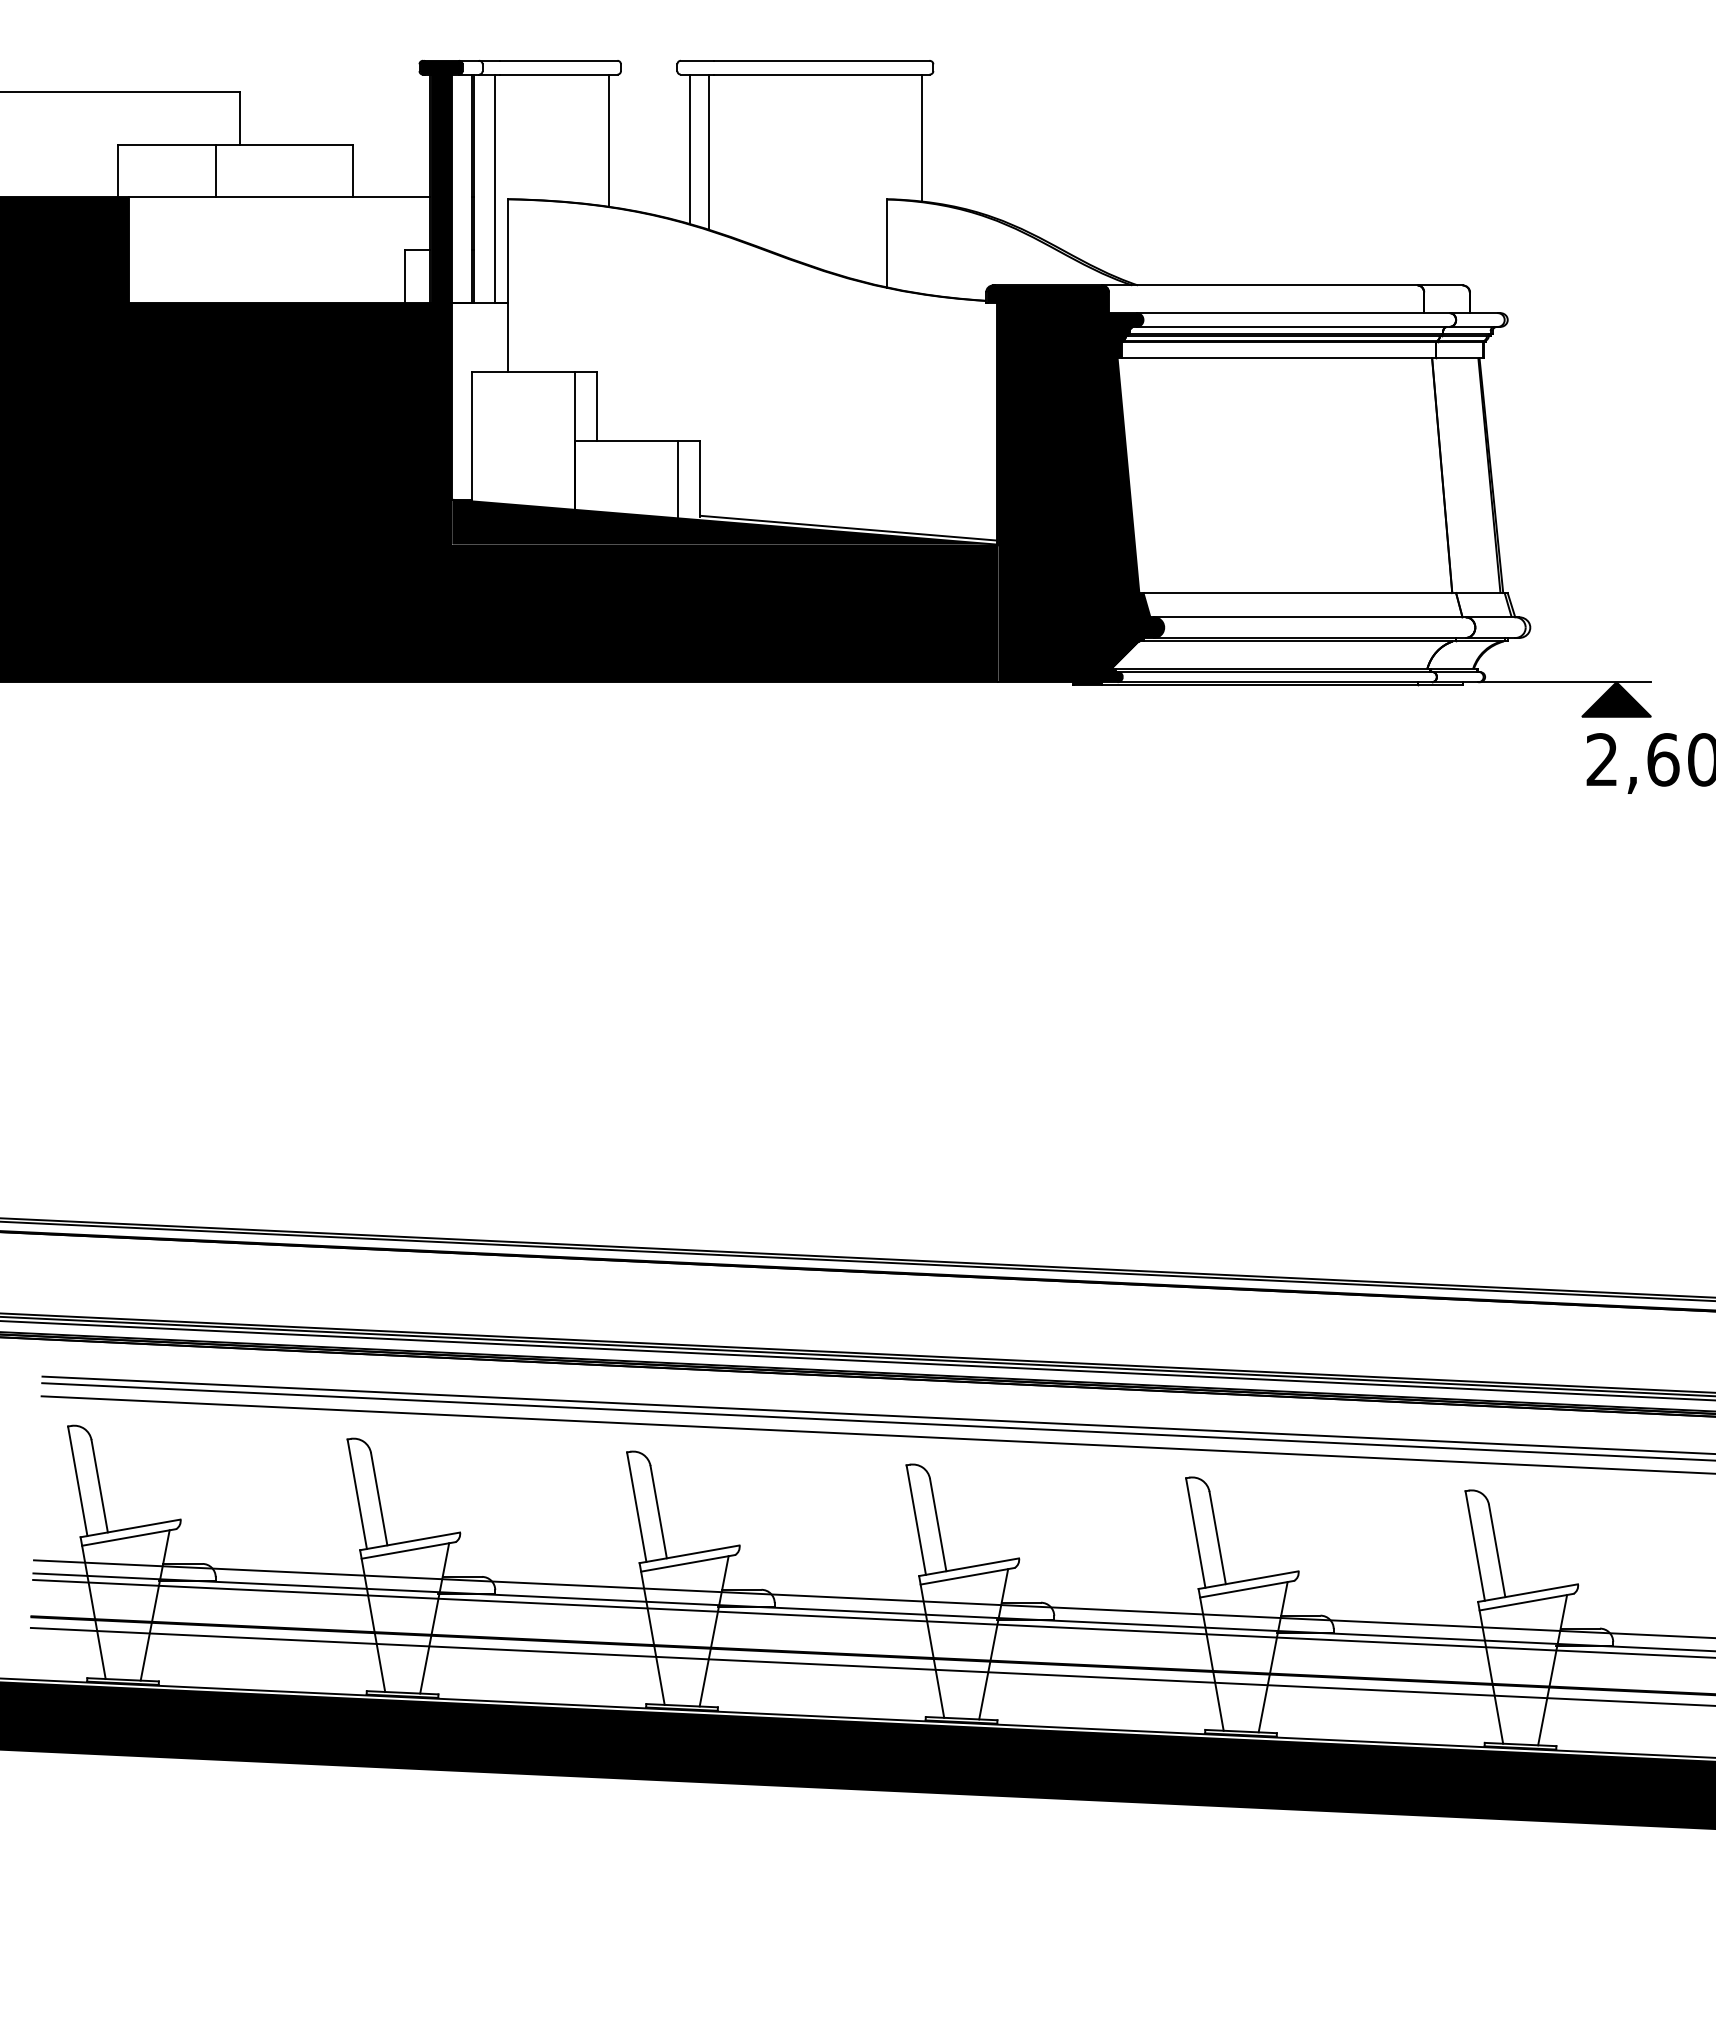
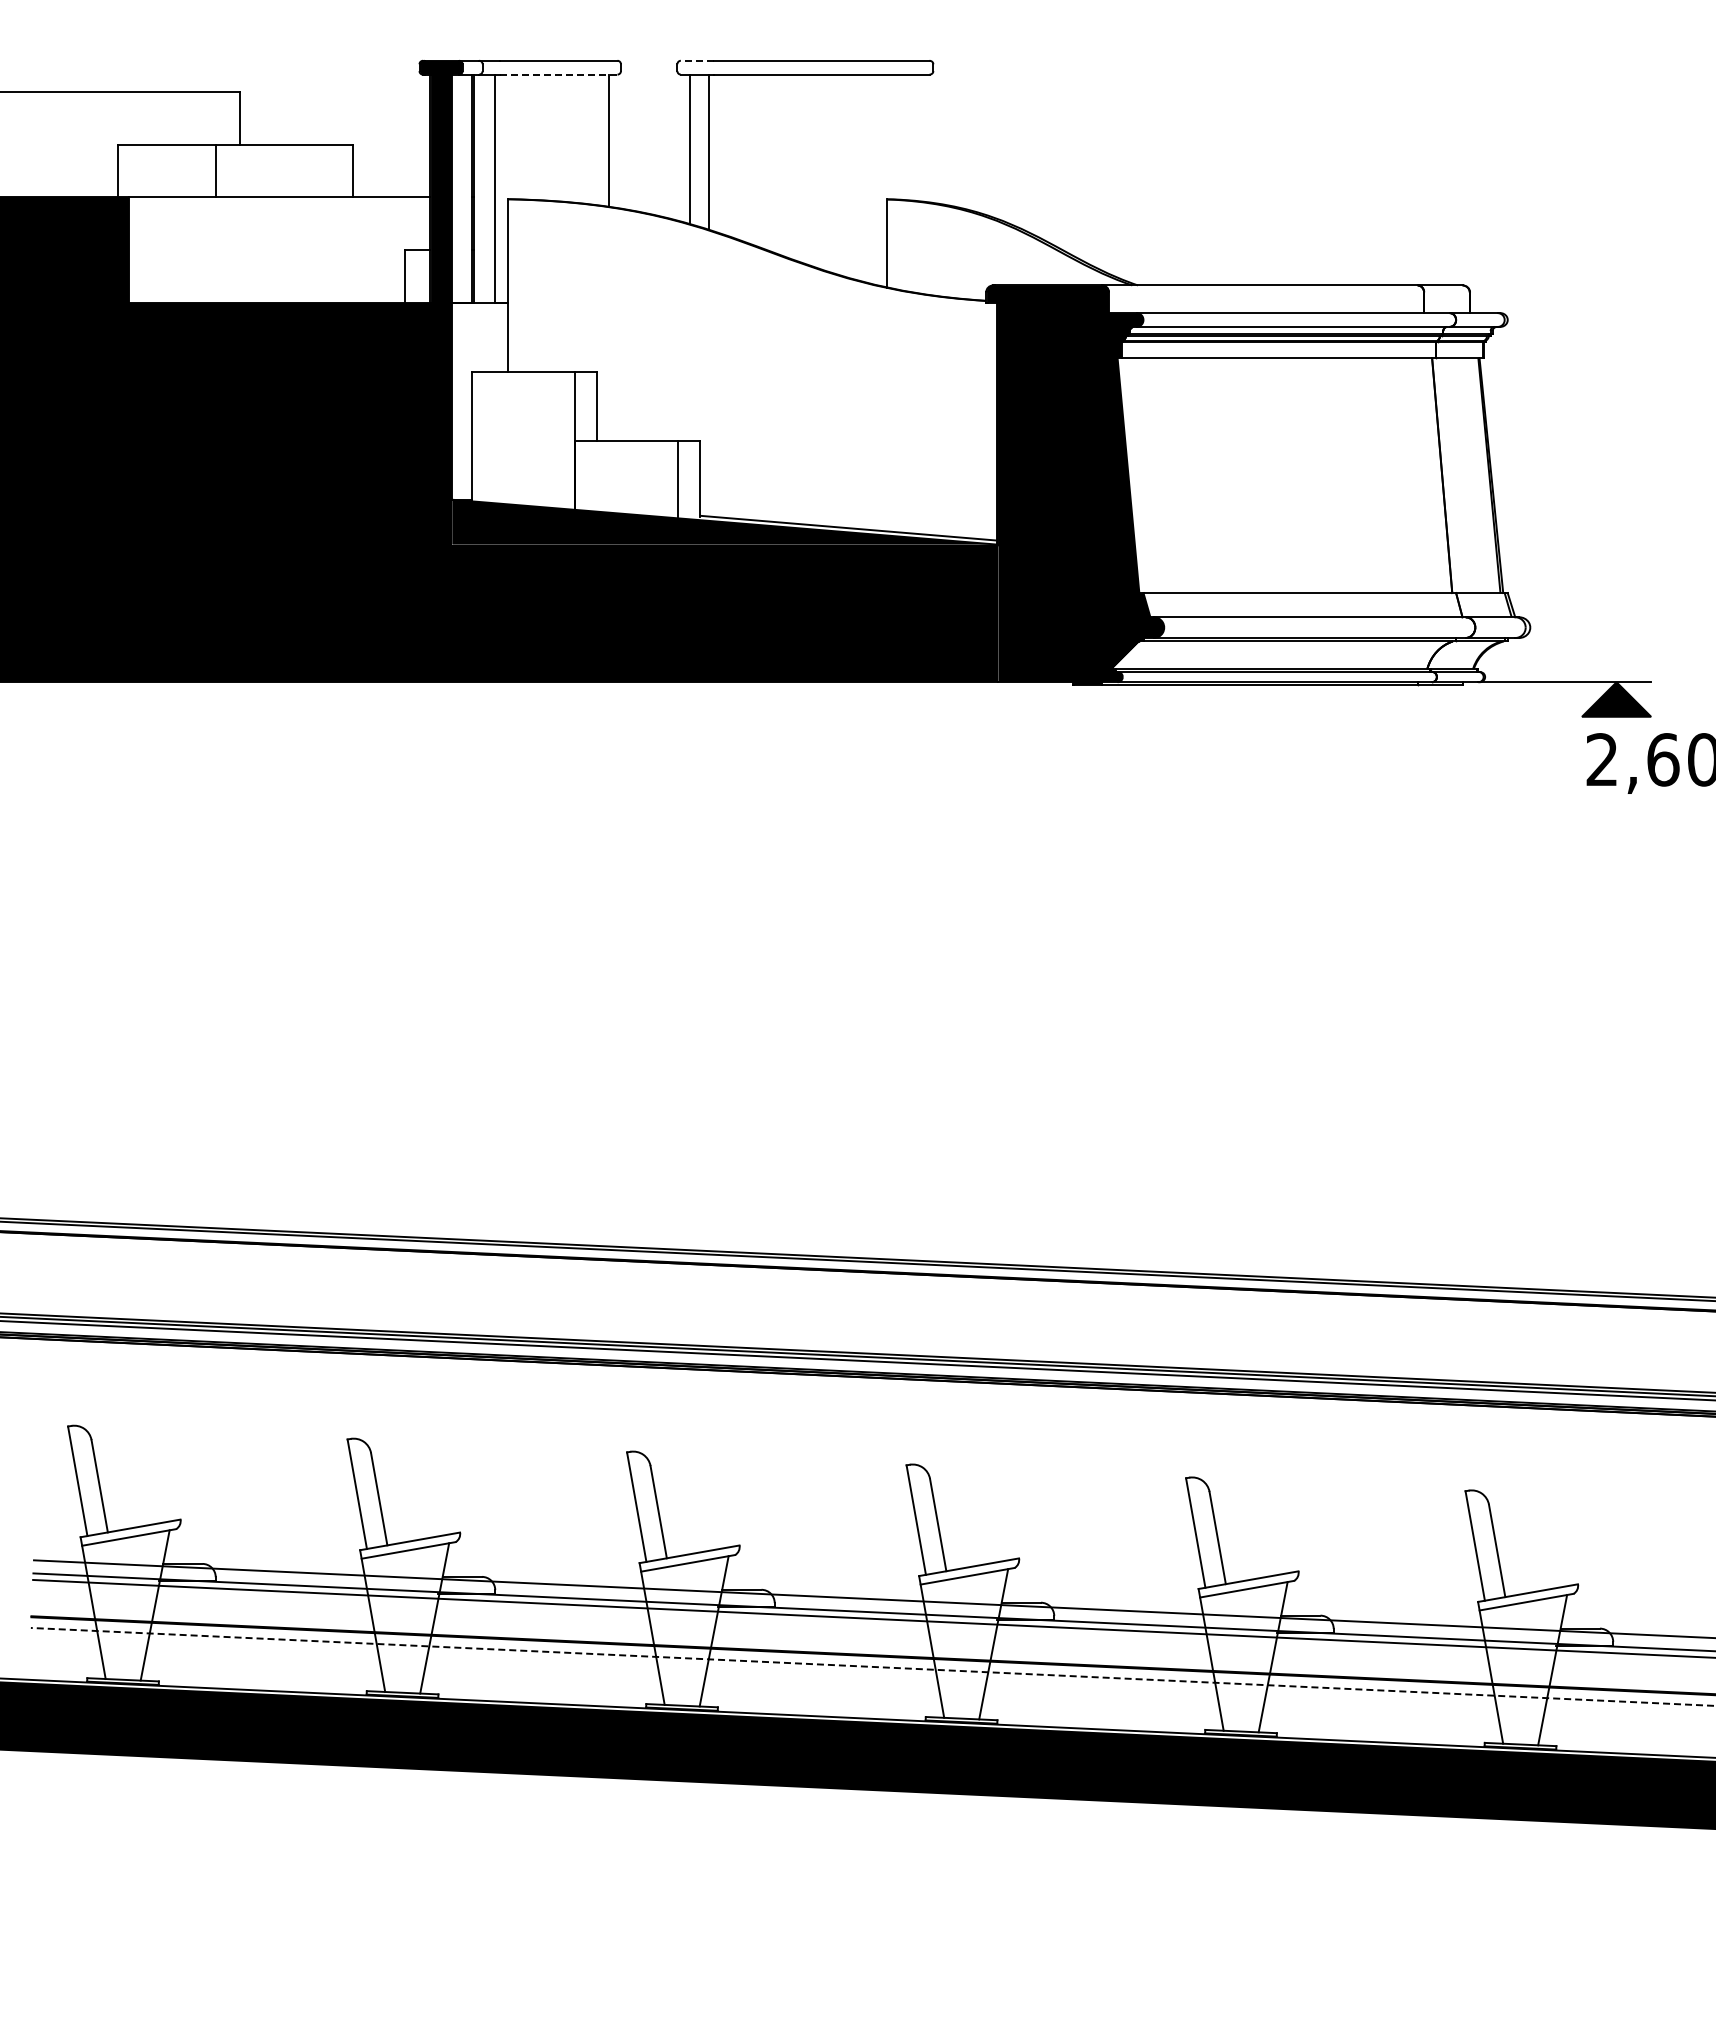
line at (696, 60): solid -> dashed
line at (558, 74): solid -> dashed
line at (921, 137): present -> none
line at (877, 1414): present -> none
line at (877, 1421): present -> none
line at (876, 1434): present -> none
line at (872, 1666): solid -> dashed
